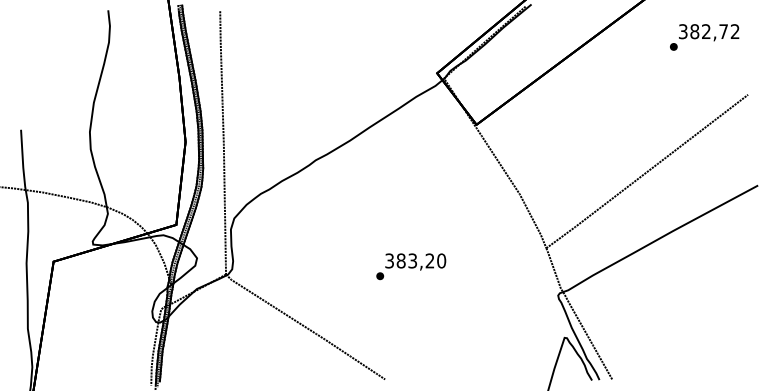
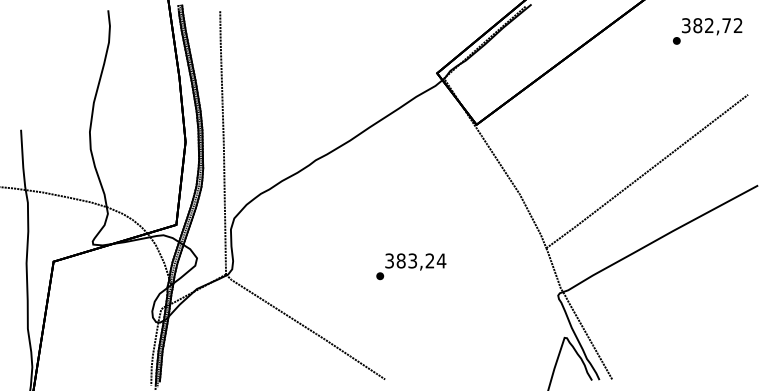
text at (704, 37) position: (704, 37) -> (707, 31)
text at (441, 260): 383,20 -> 383,24
